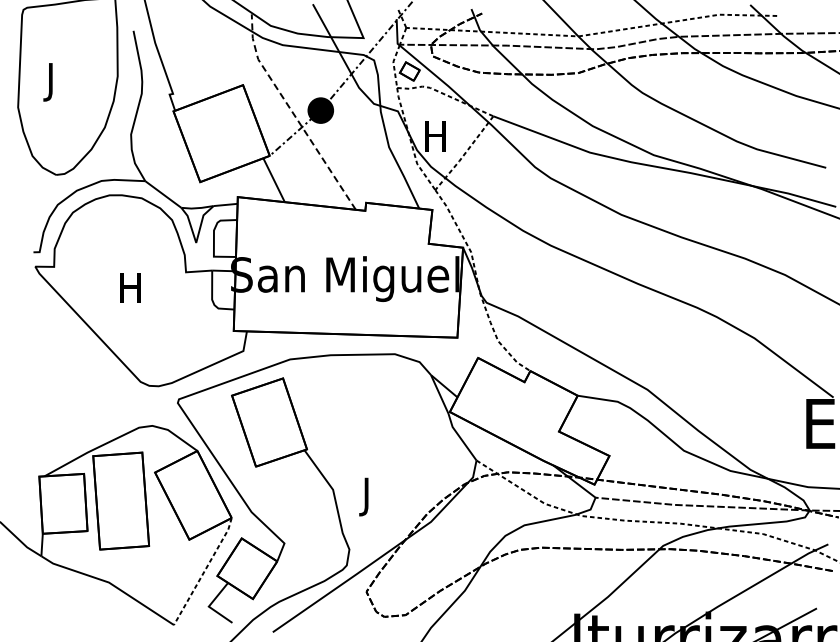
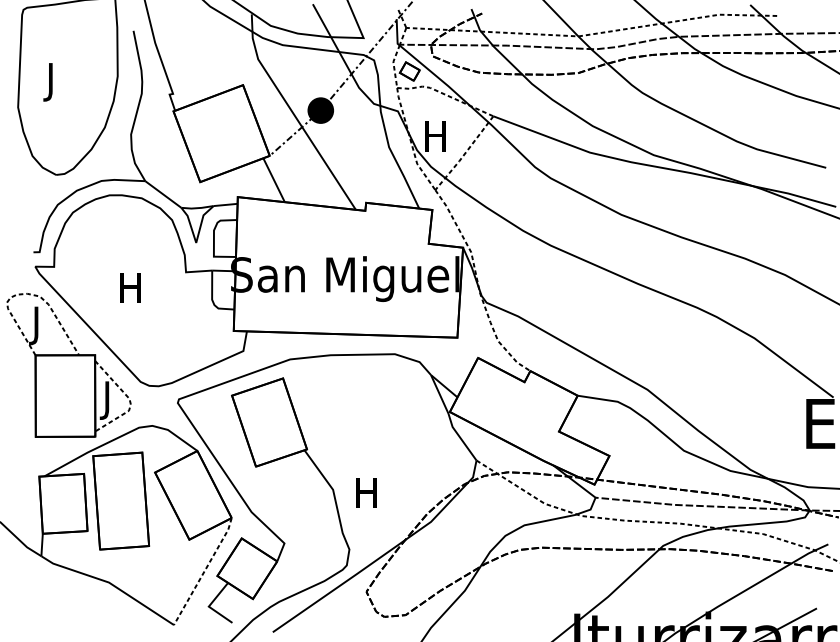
line at (293, 113): dashed -> solid
part at (68, 365): none -> present
text at (366, 496): J -> H
